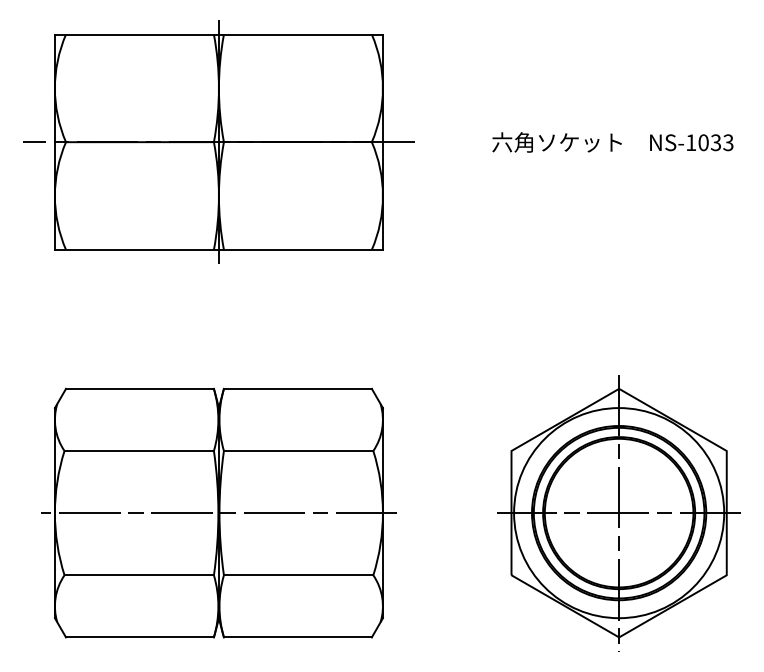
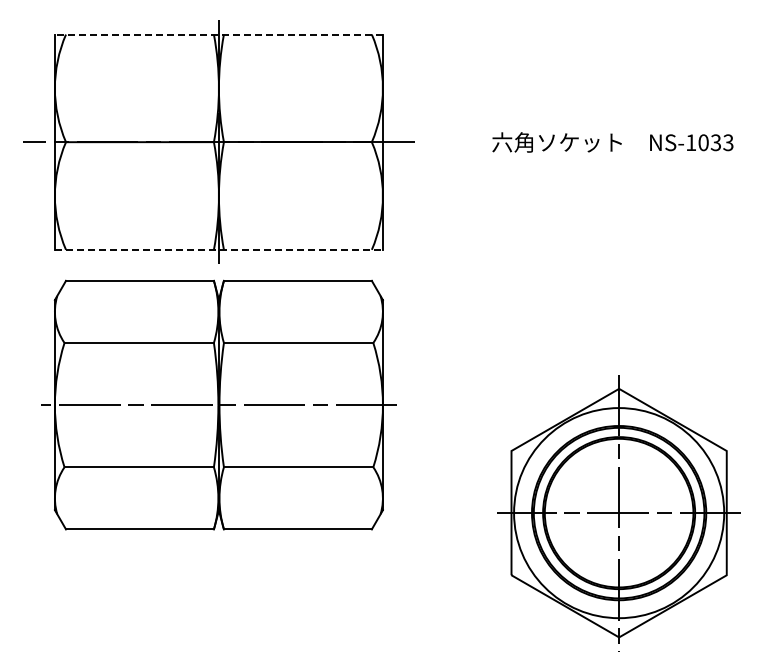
line at (218, 34): solid -> dashed
line at (219, 249): solid -> dashed
part at (218, 512) position: (218, 512) -> (218, 404)
